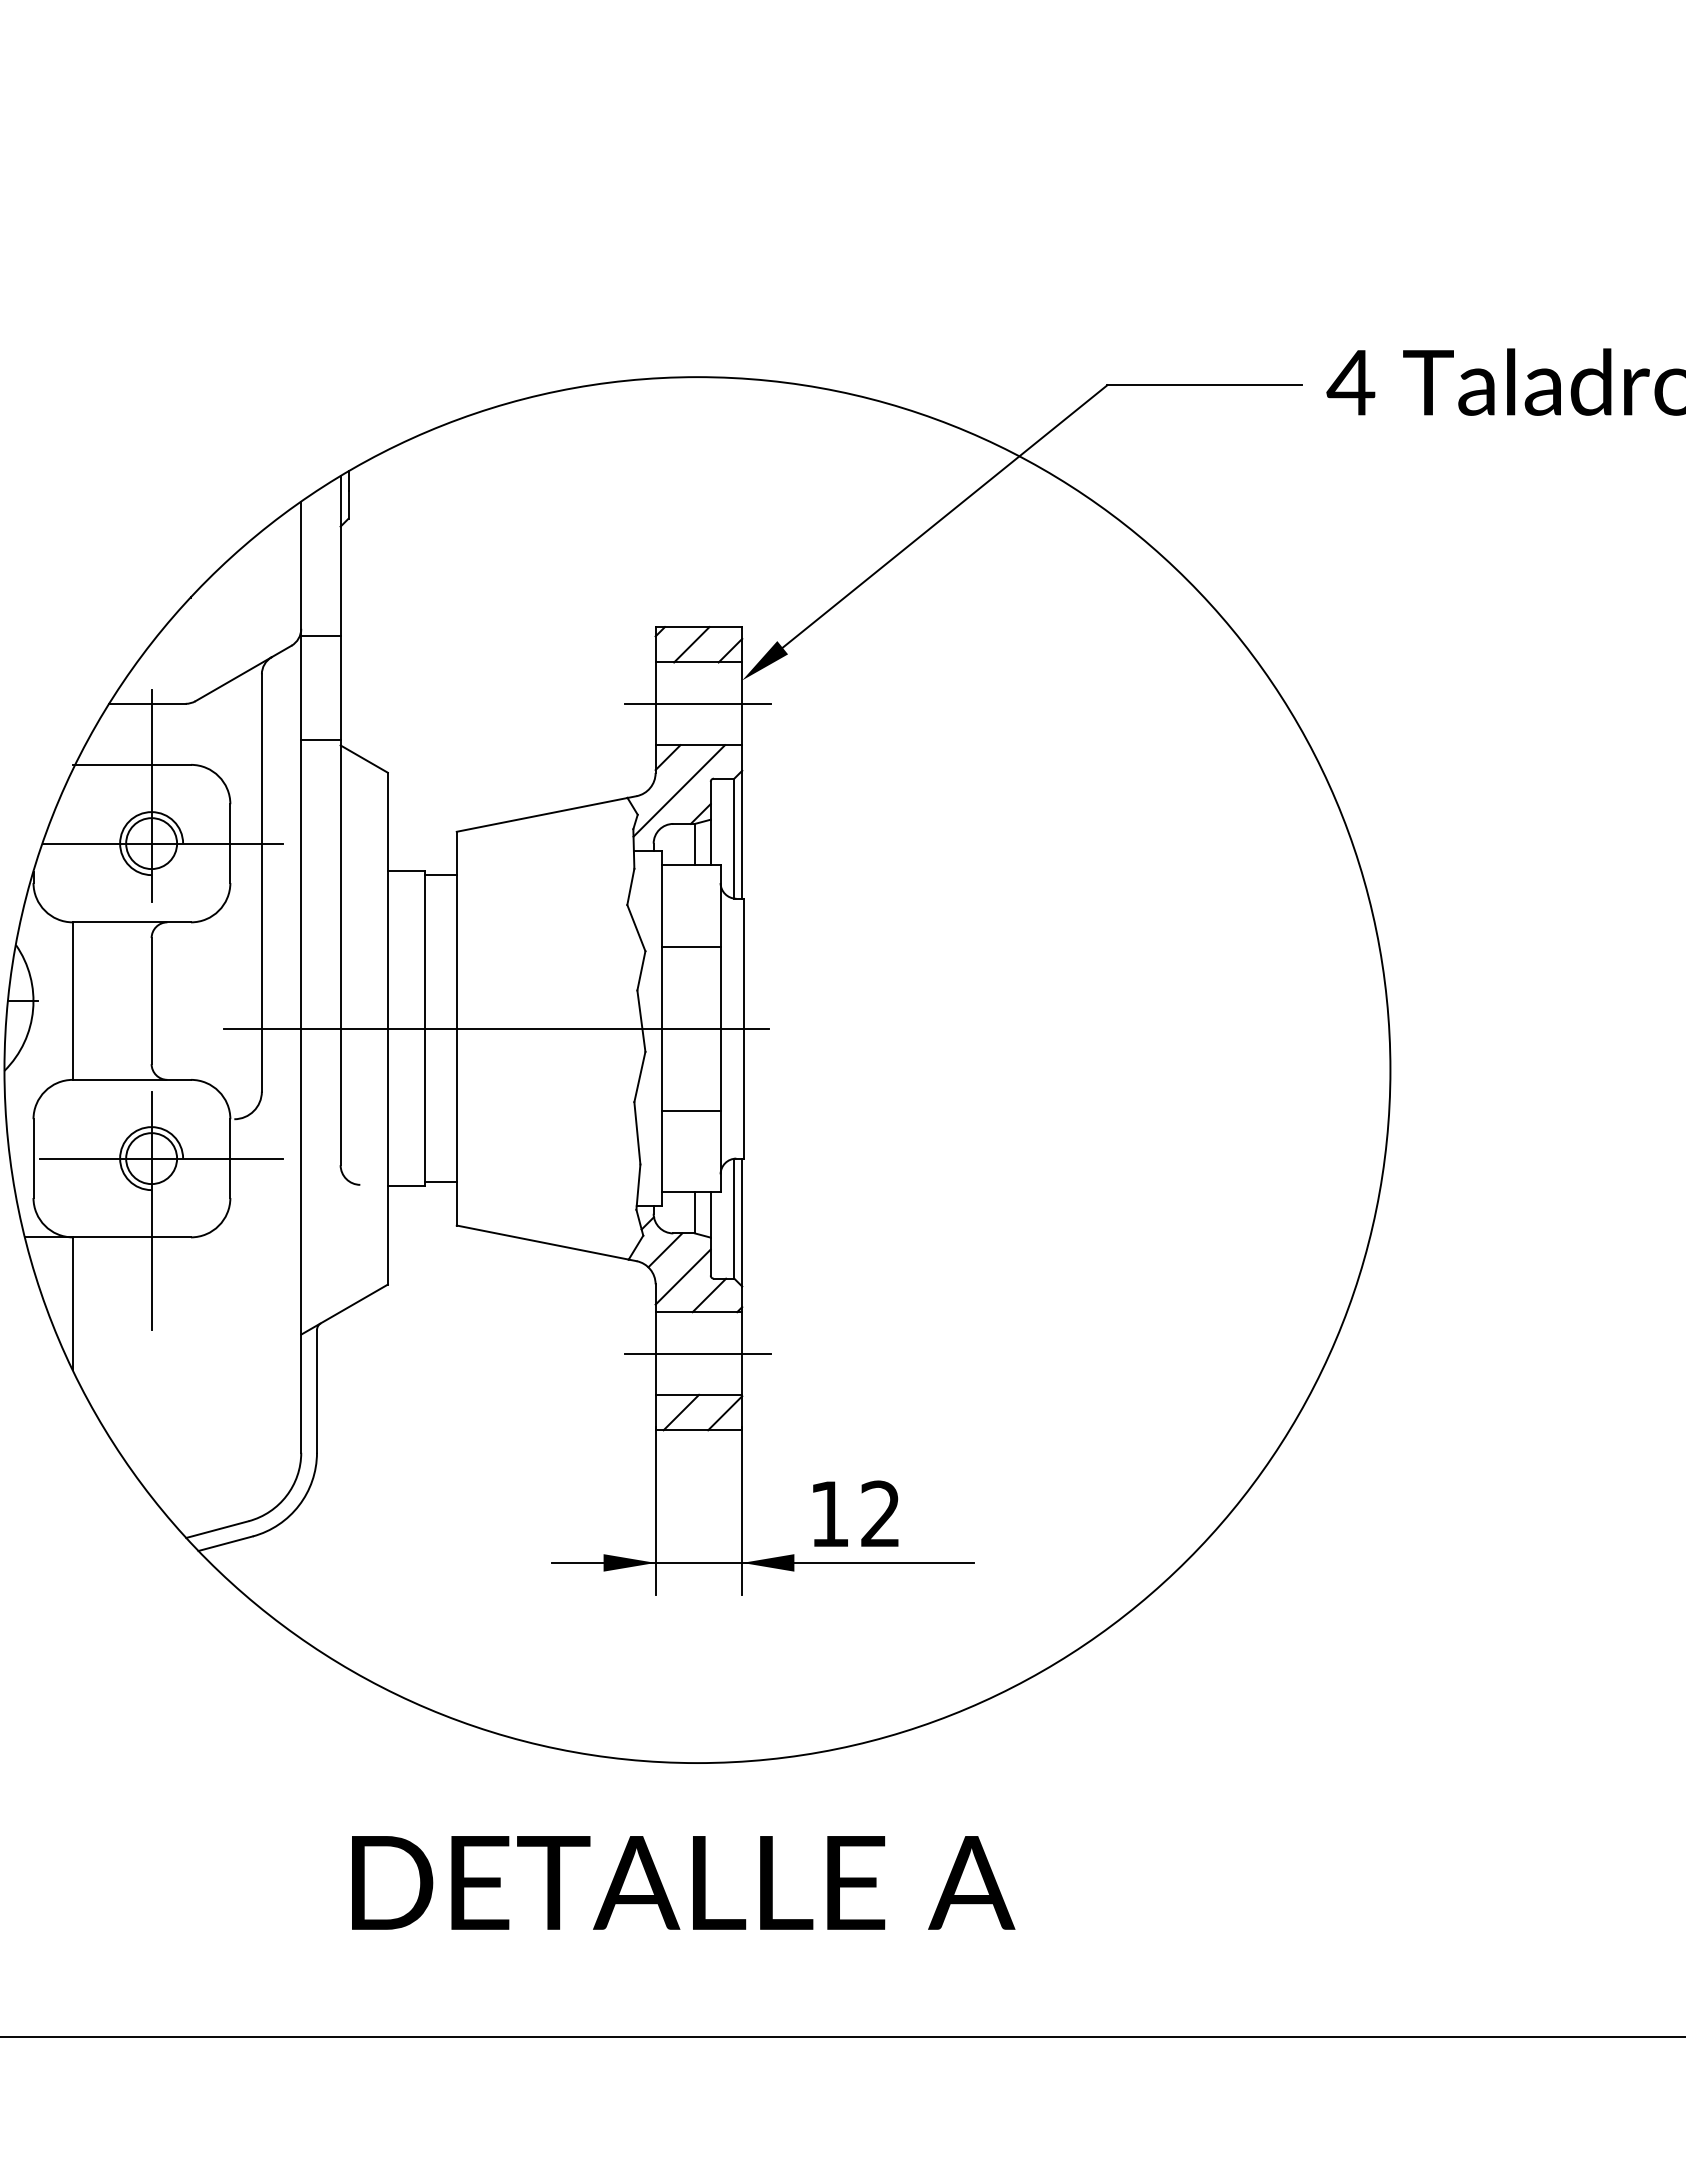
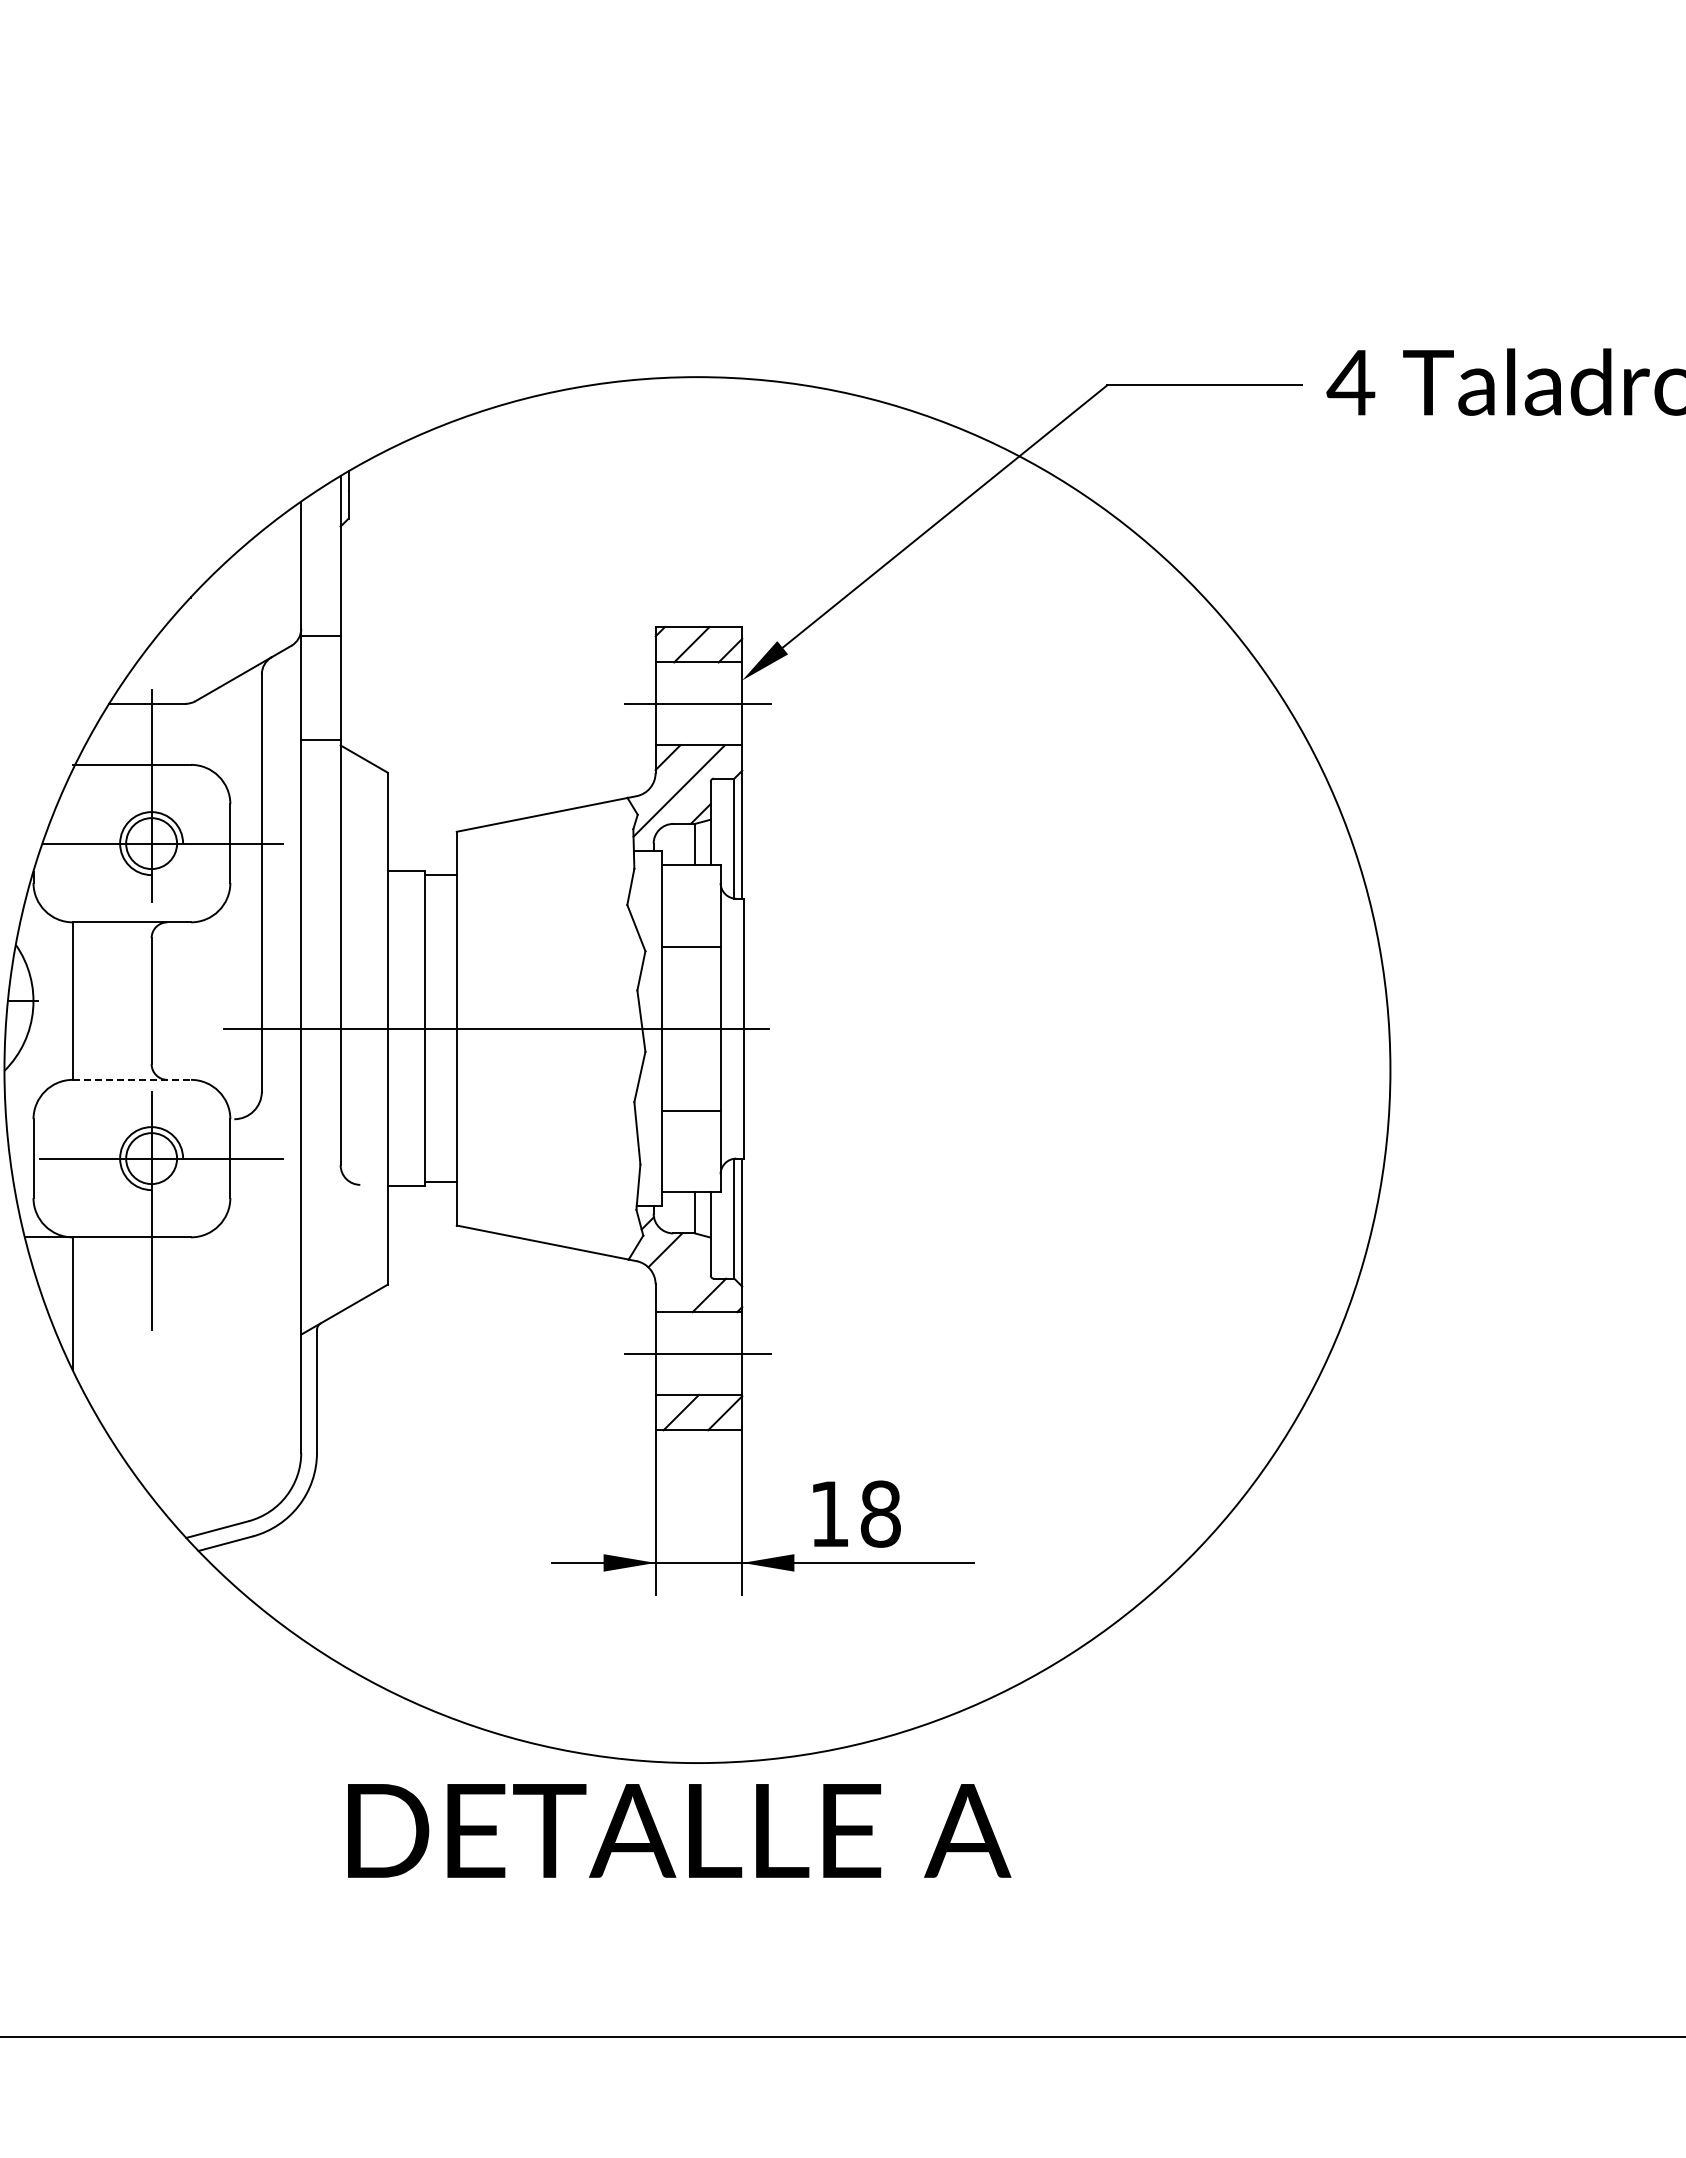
line at (132, 1079): solid -> dashed
line at (682, 1276): present -> none
text at (880, 1513): 12 -> 18
text at (683, 1882) position: (683, 1882) -> (679, 1830)
